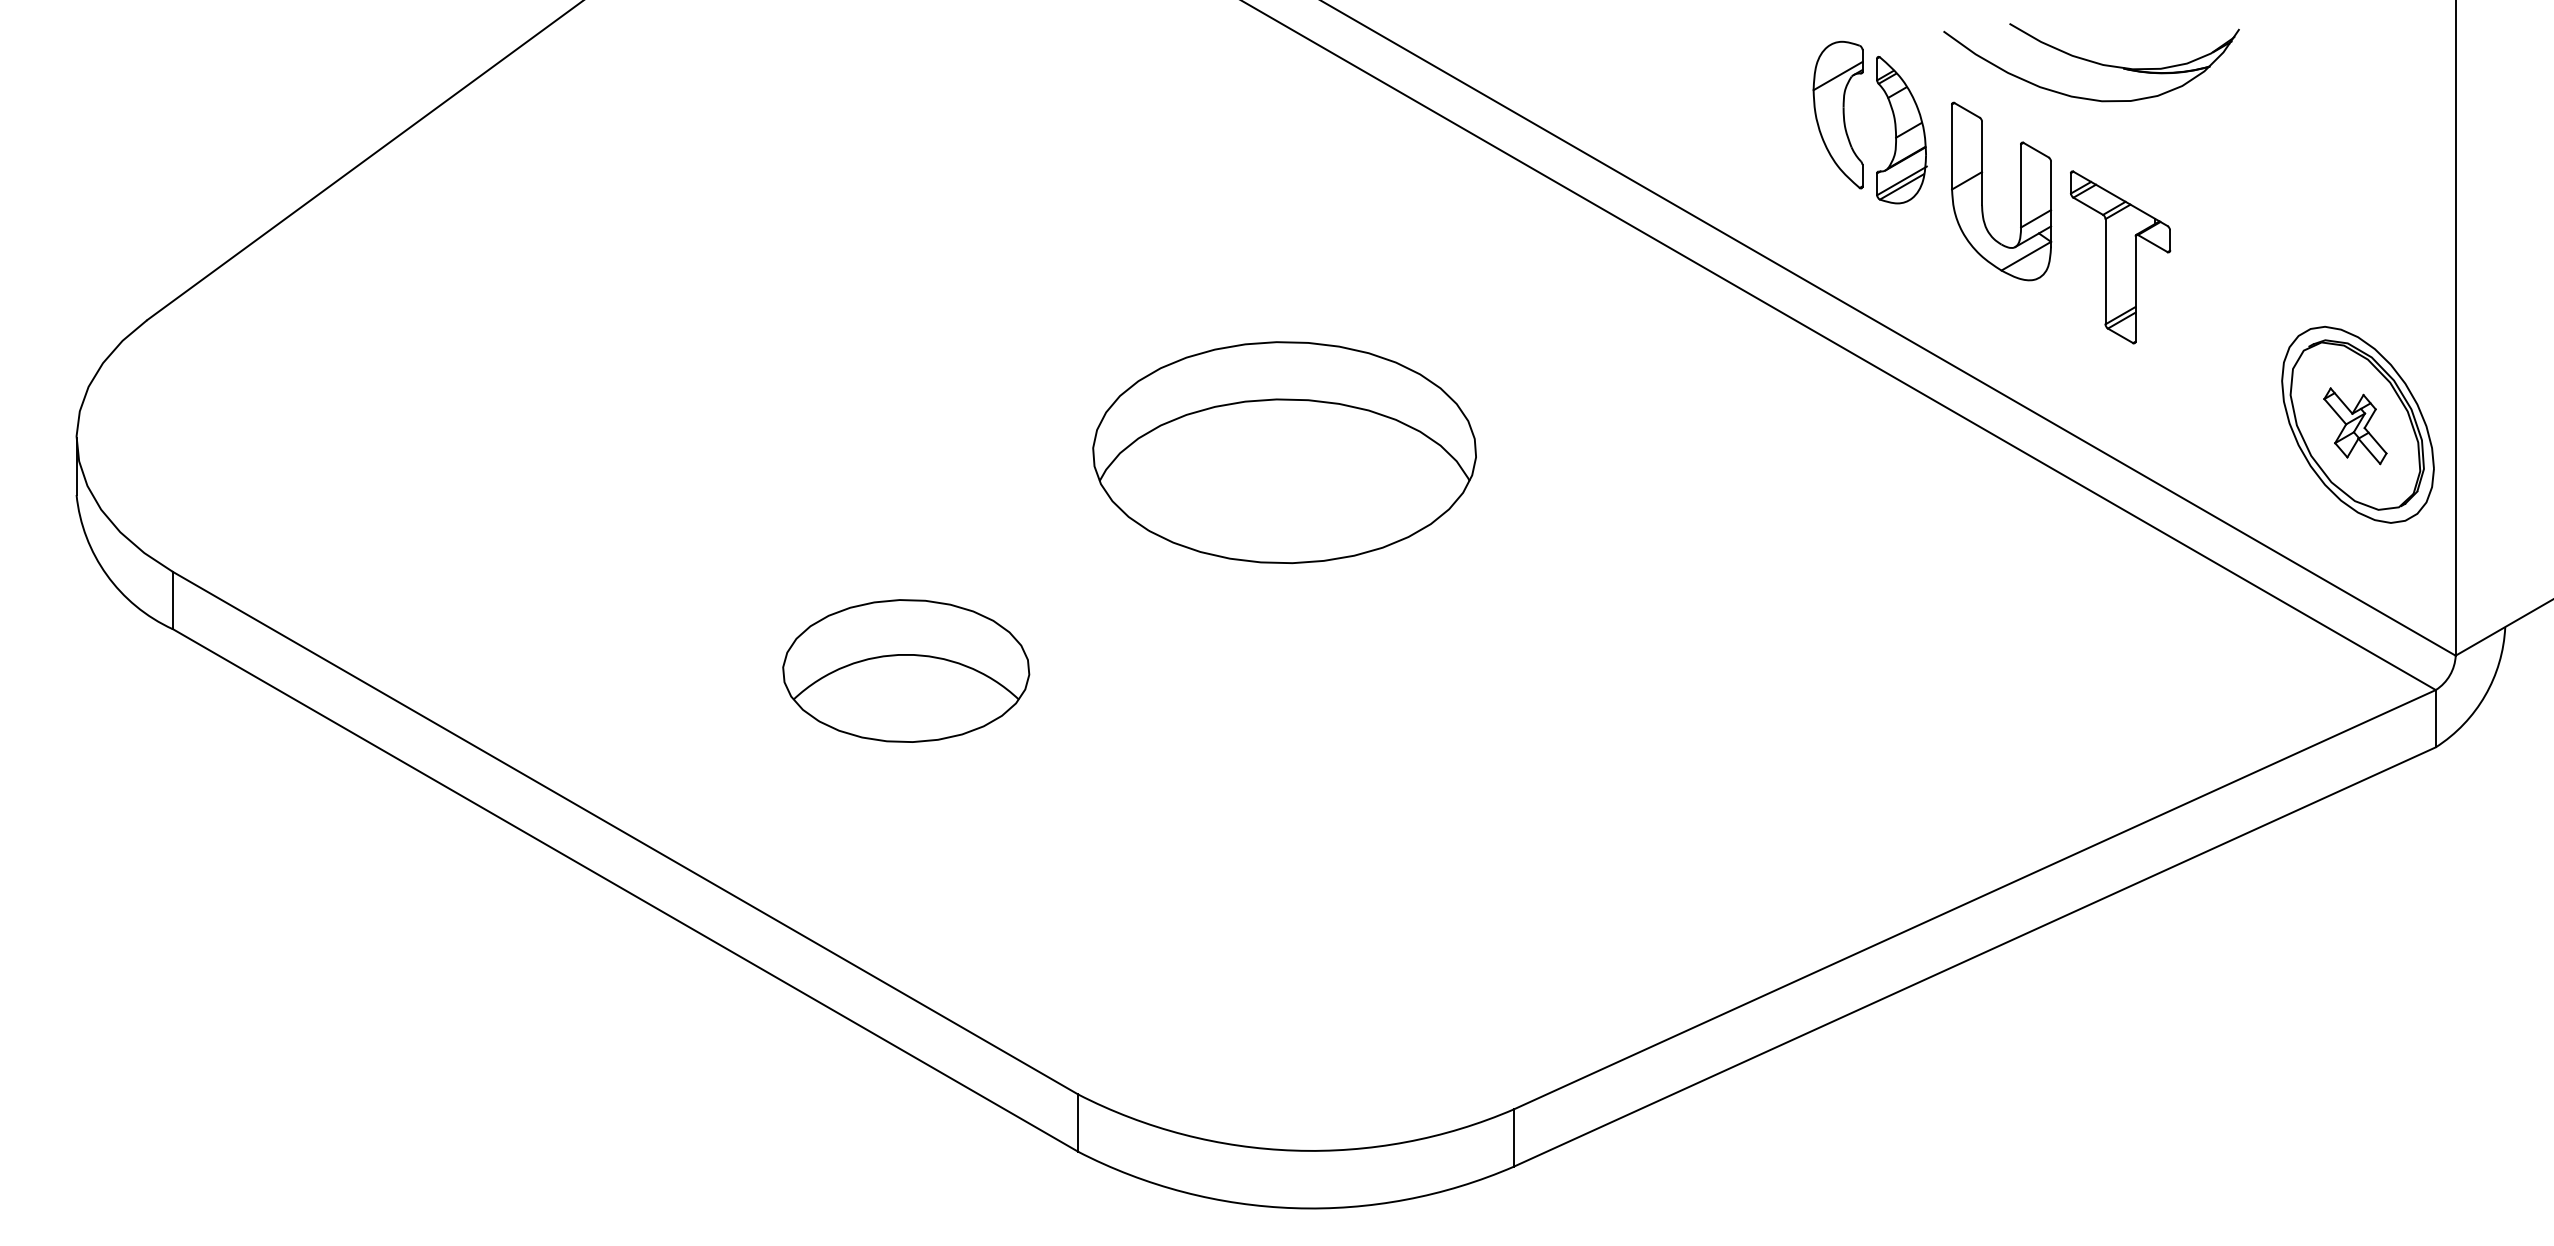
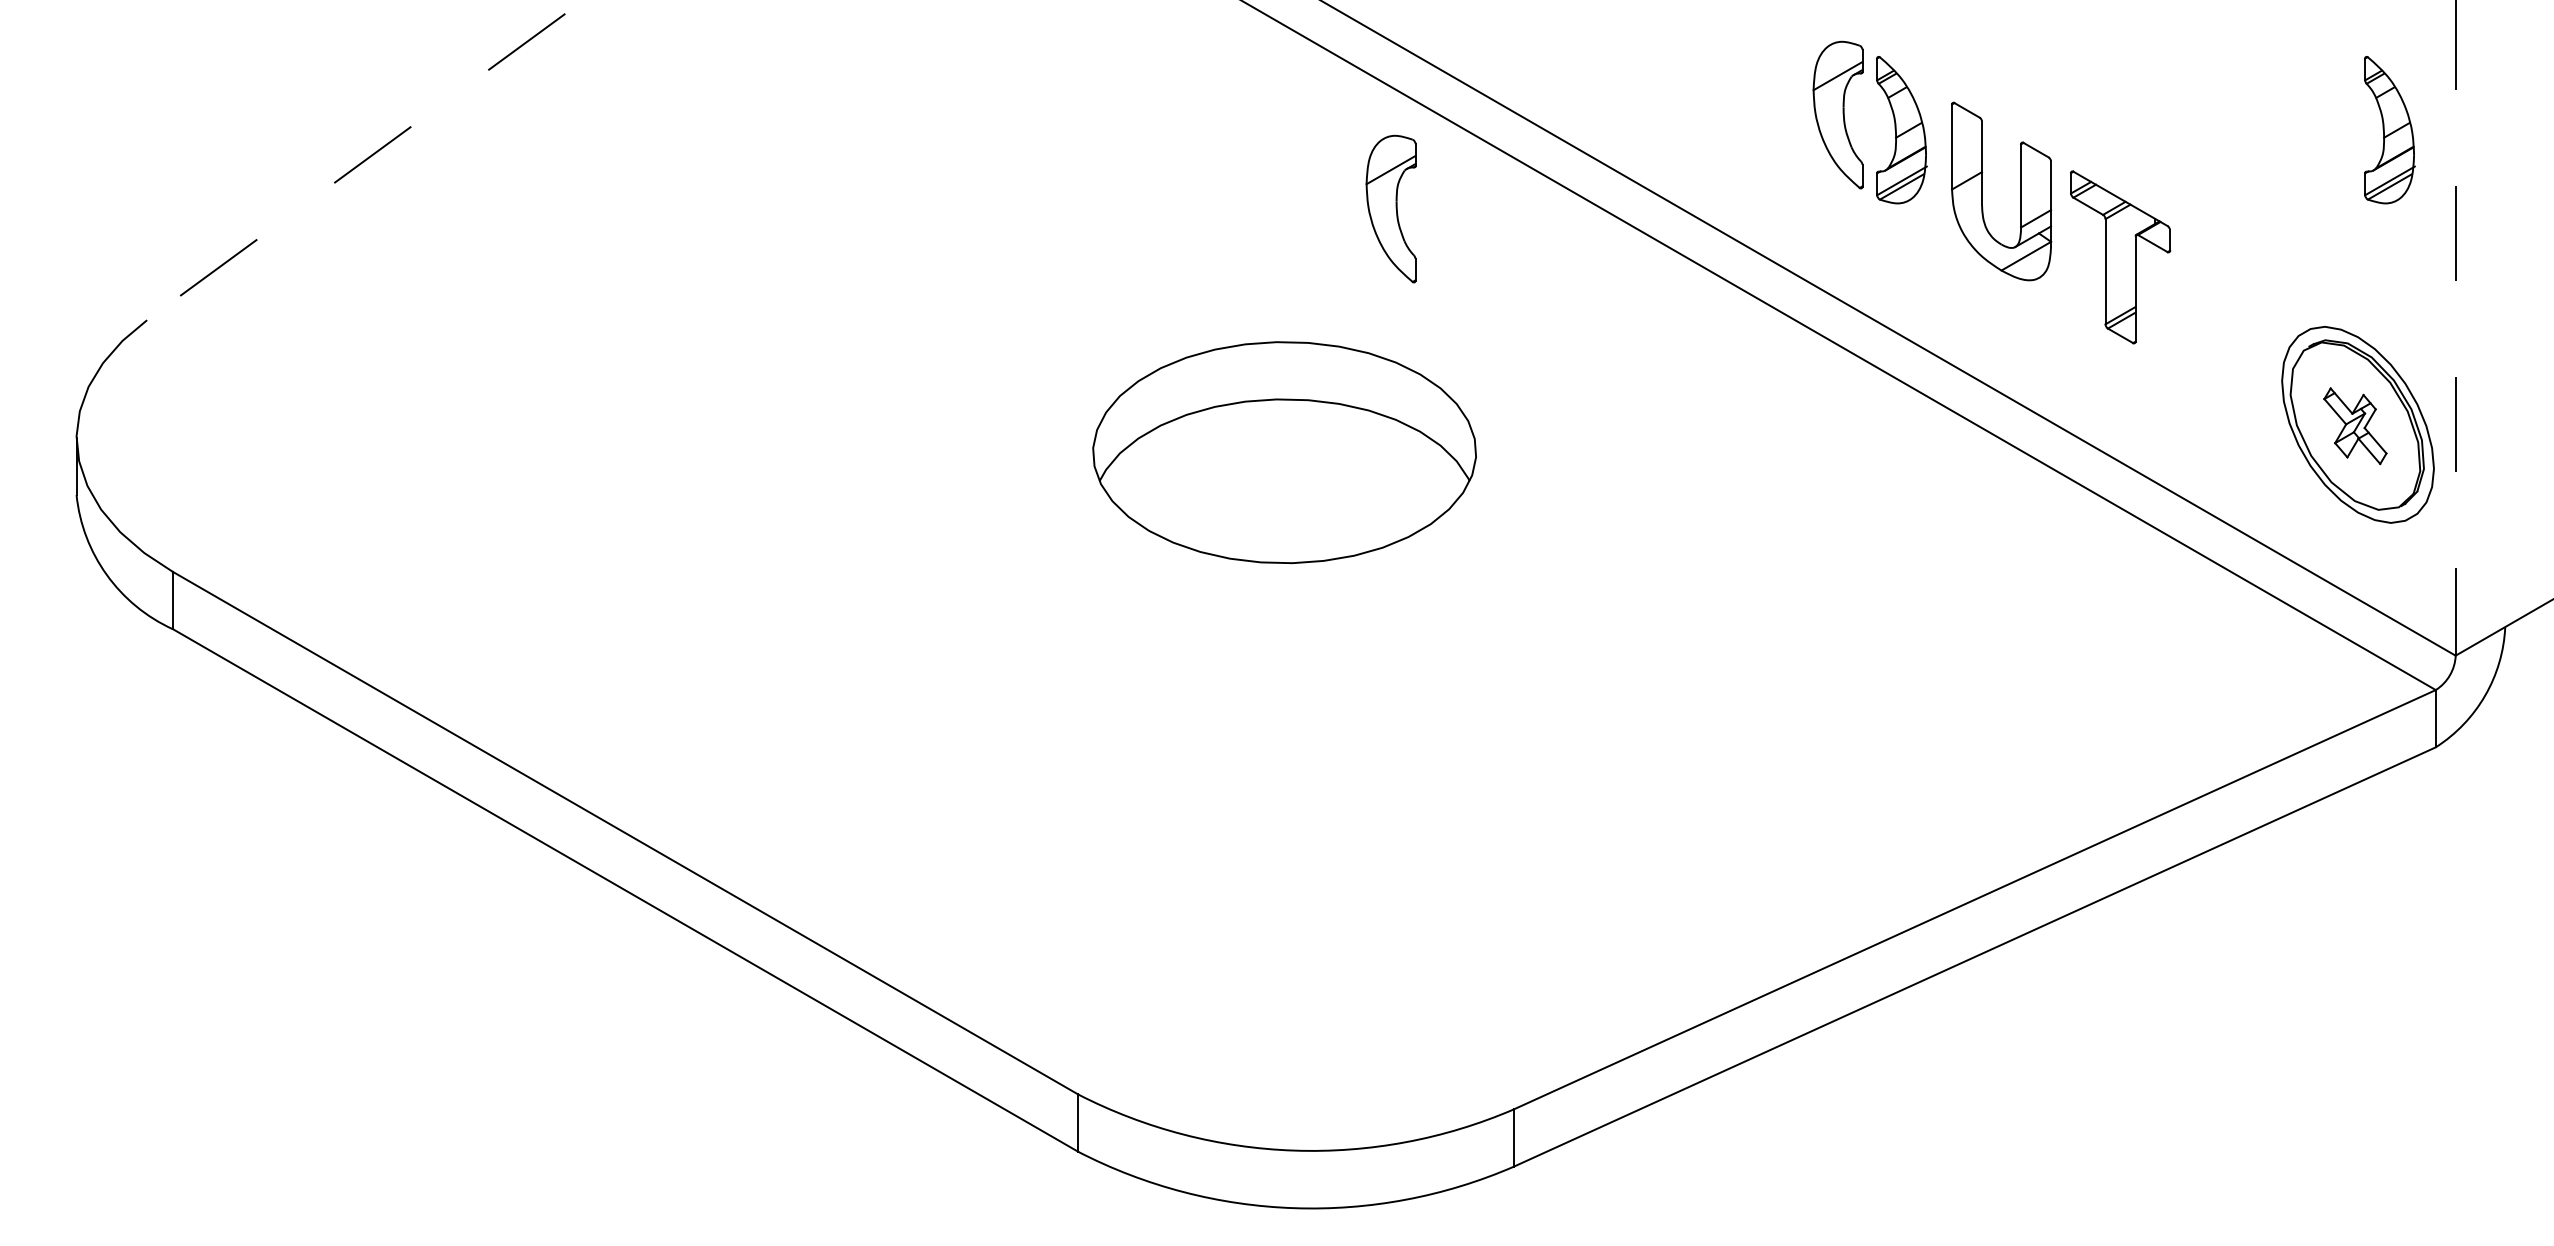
part at (2091, 62): present -> none
part at (2389, 130): none -> present
line at (365, 160): solid -> dashed
part at (1390, 208): none -> present
line at (2455, 328): solid -> dashed
part at (906, 670): present -> none
